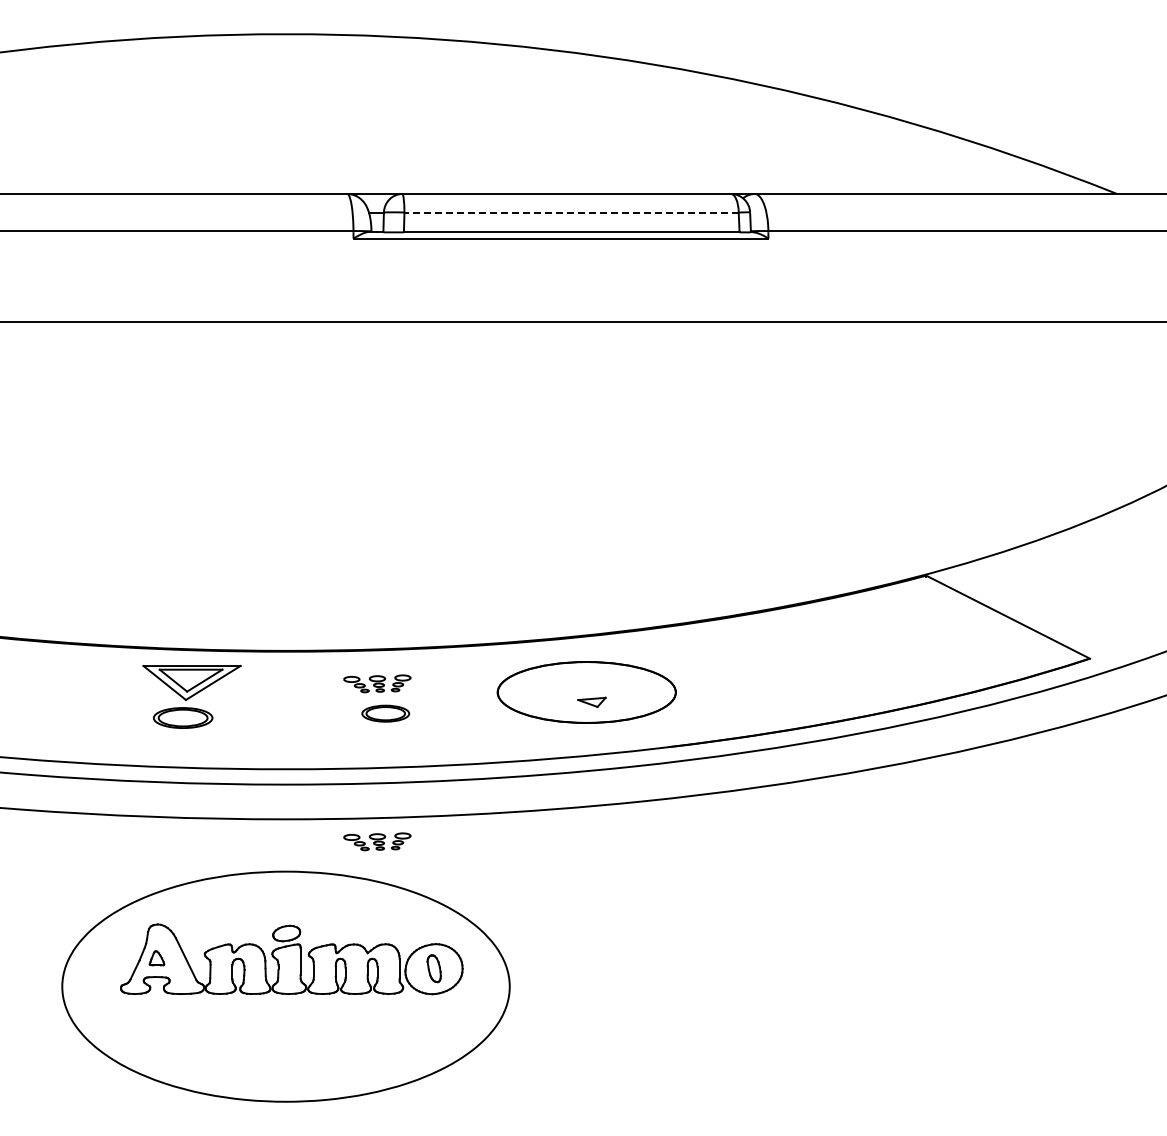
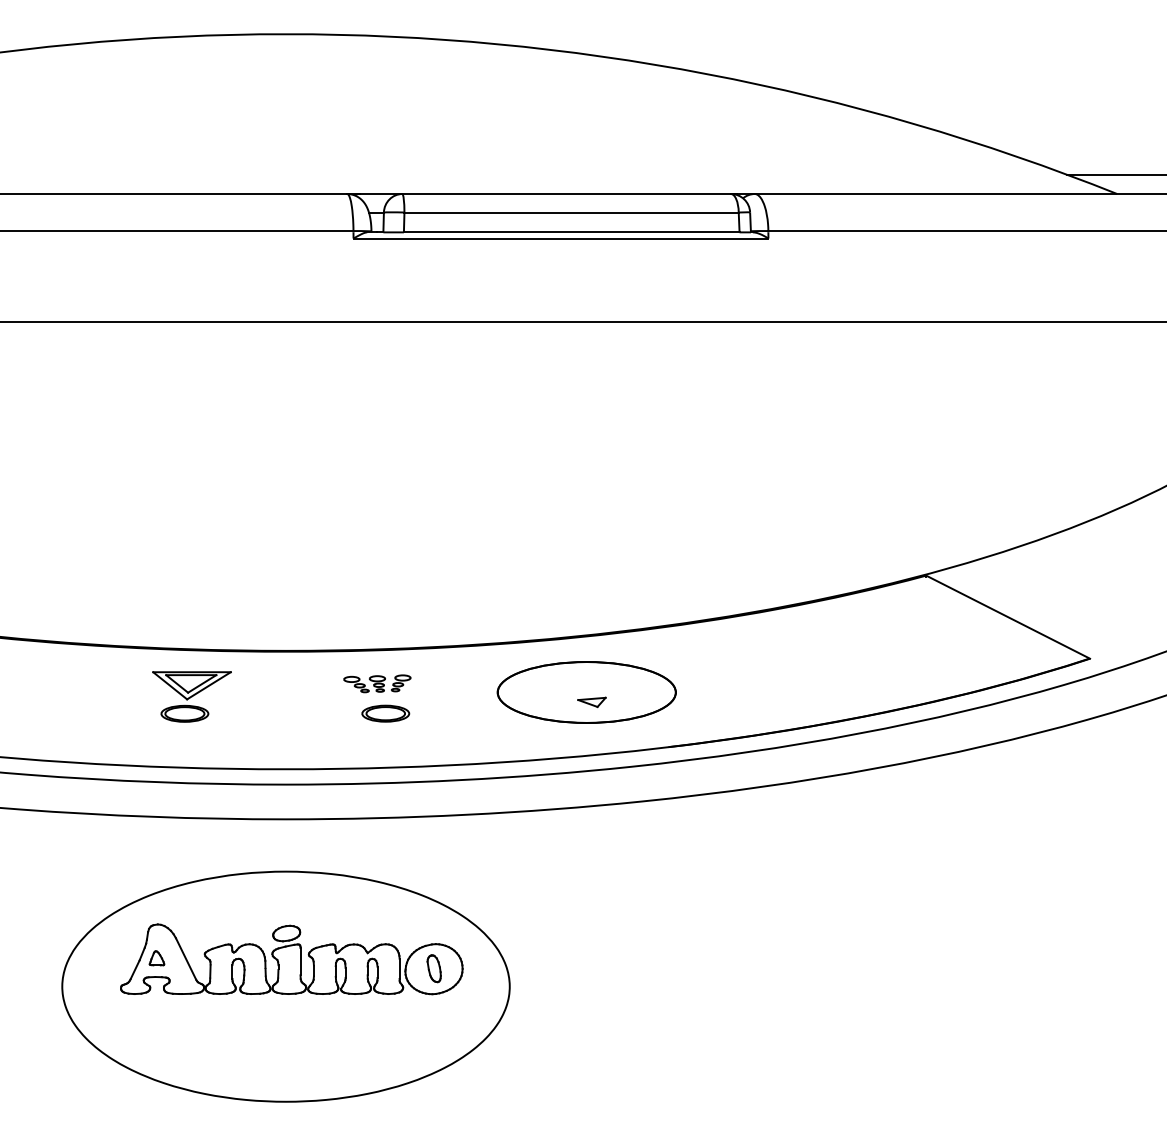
line at (1115, 174): none -> present
line at (571, 212): dashed -> solid
part at (191, 696) size: 100x64 px -> 80x52 px
part at (377, 841): present -> none
